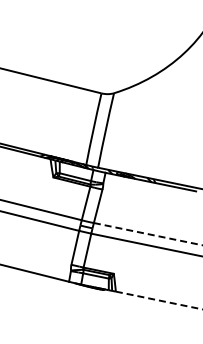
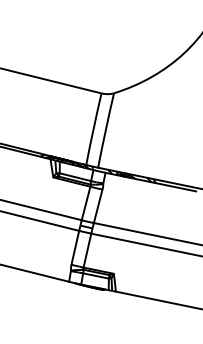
line at (148, 234): dashed -> solid
line at (159, 300): dashed -> solid
